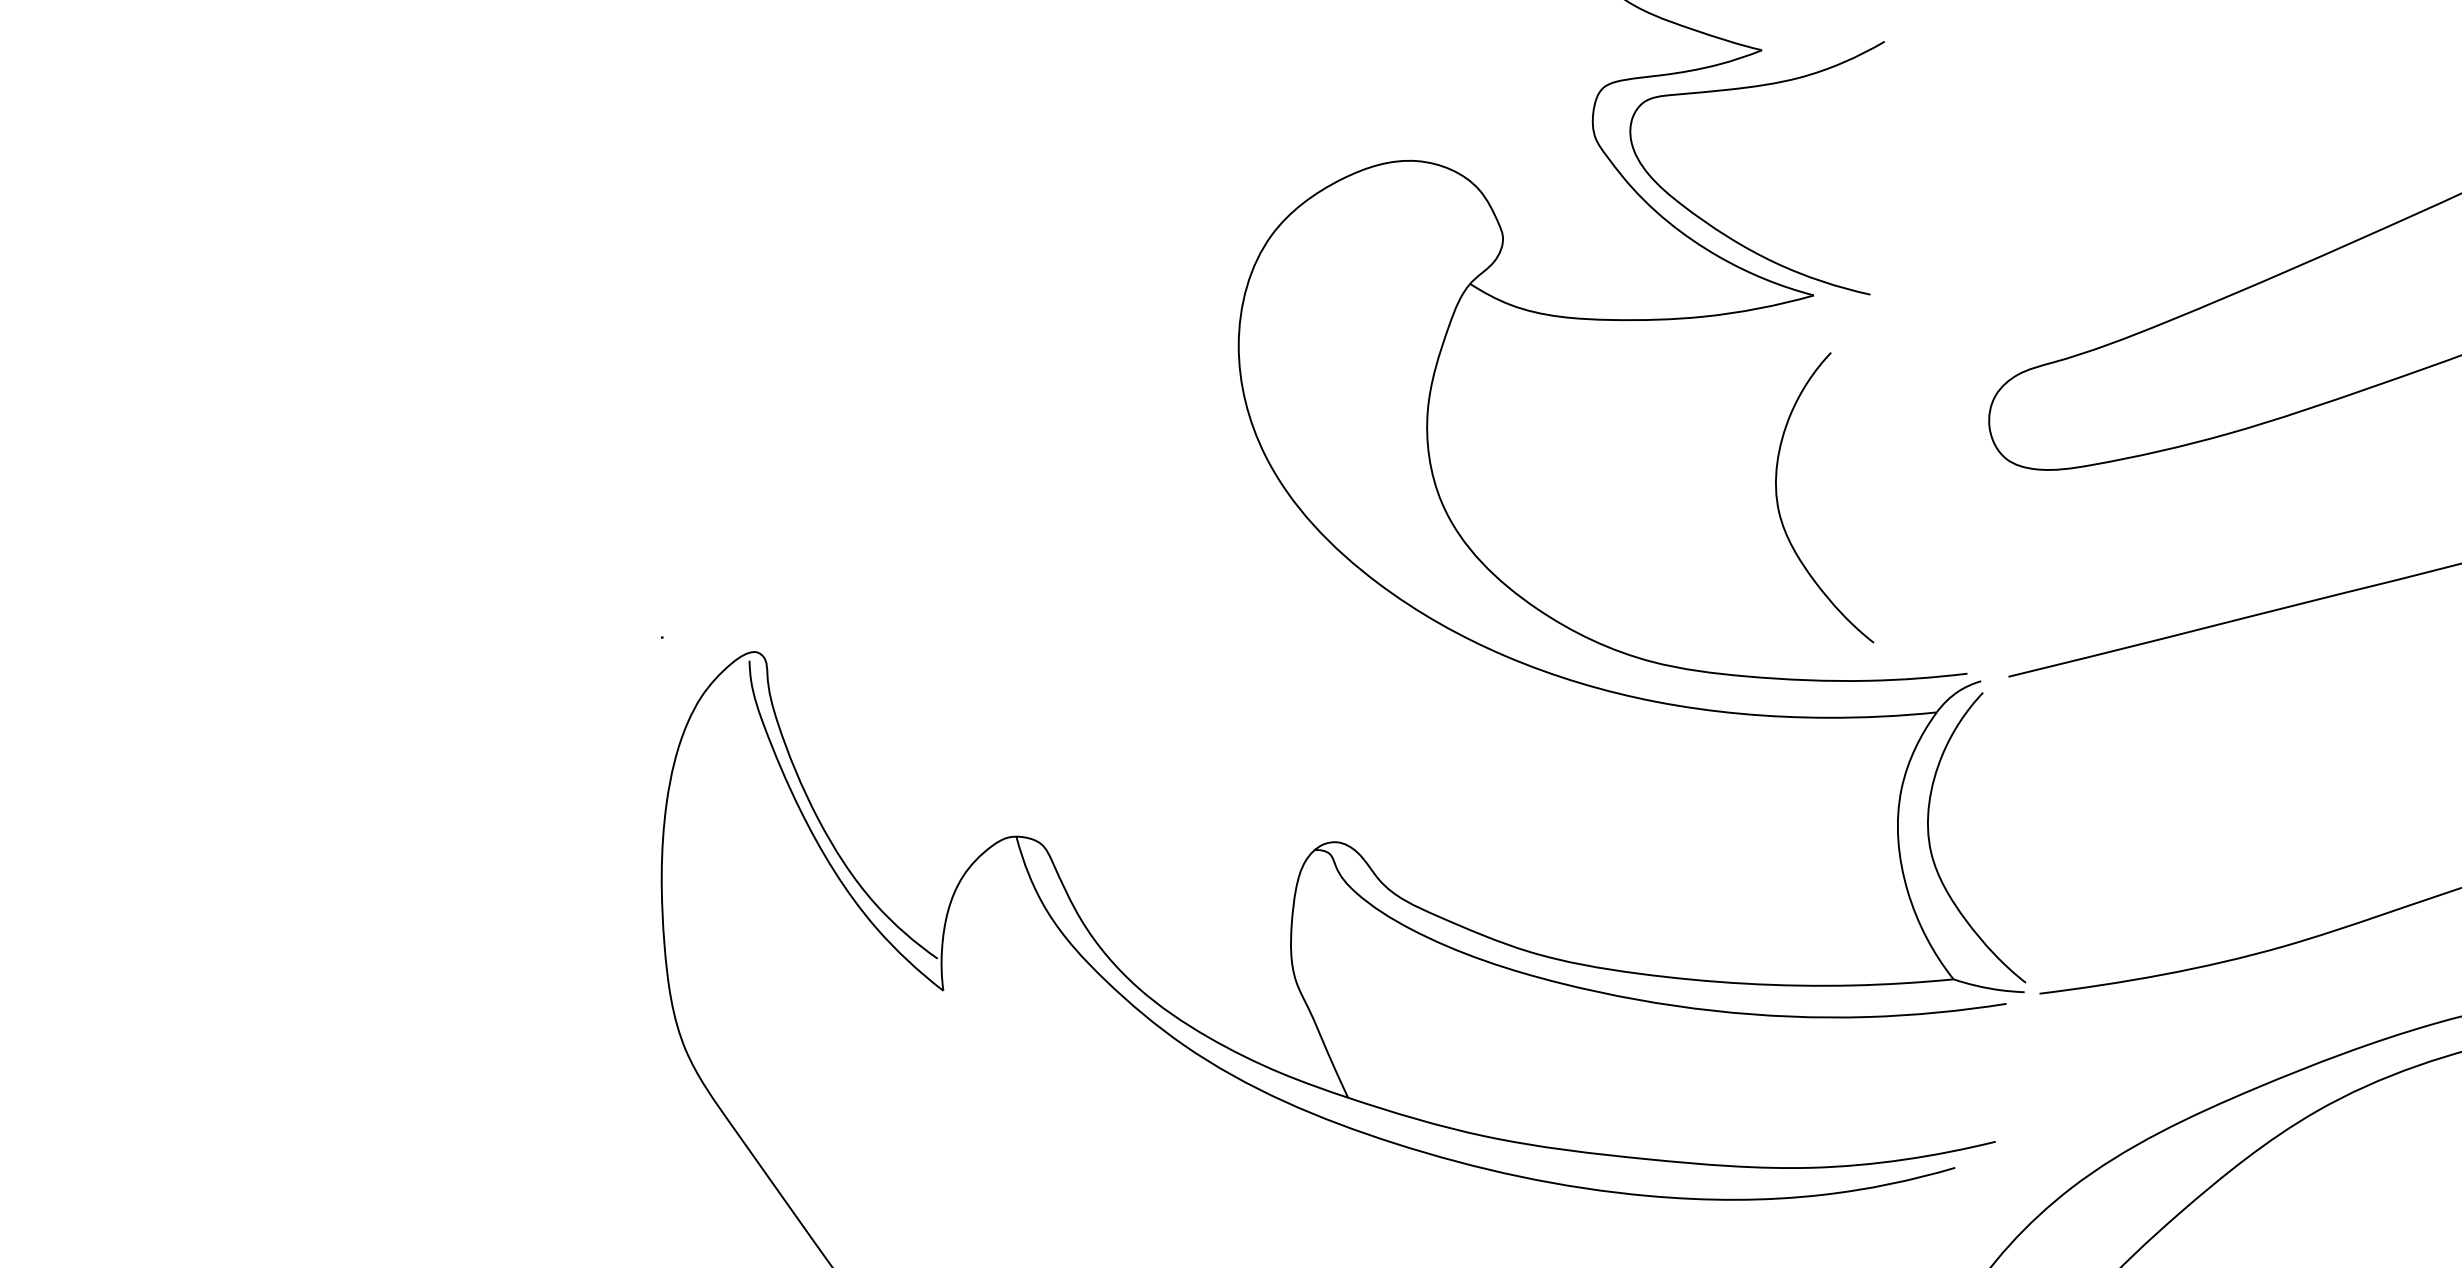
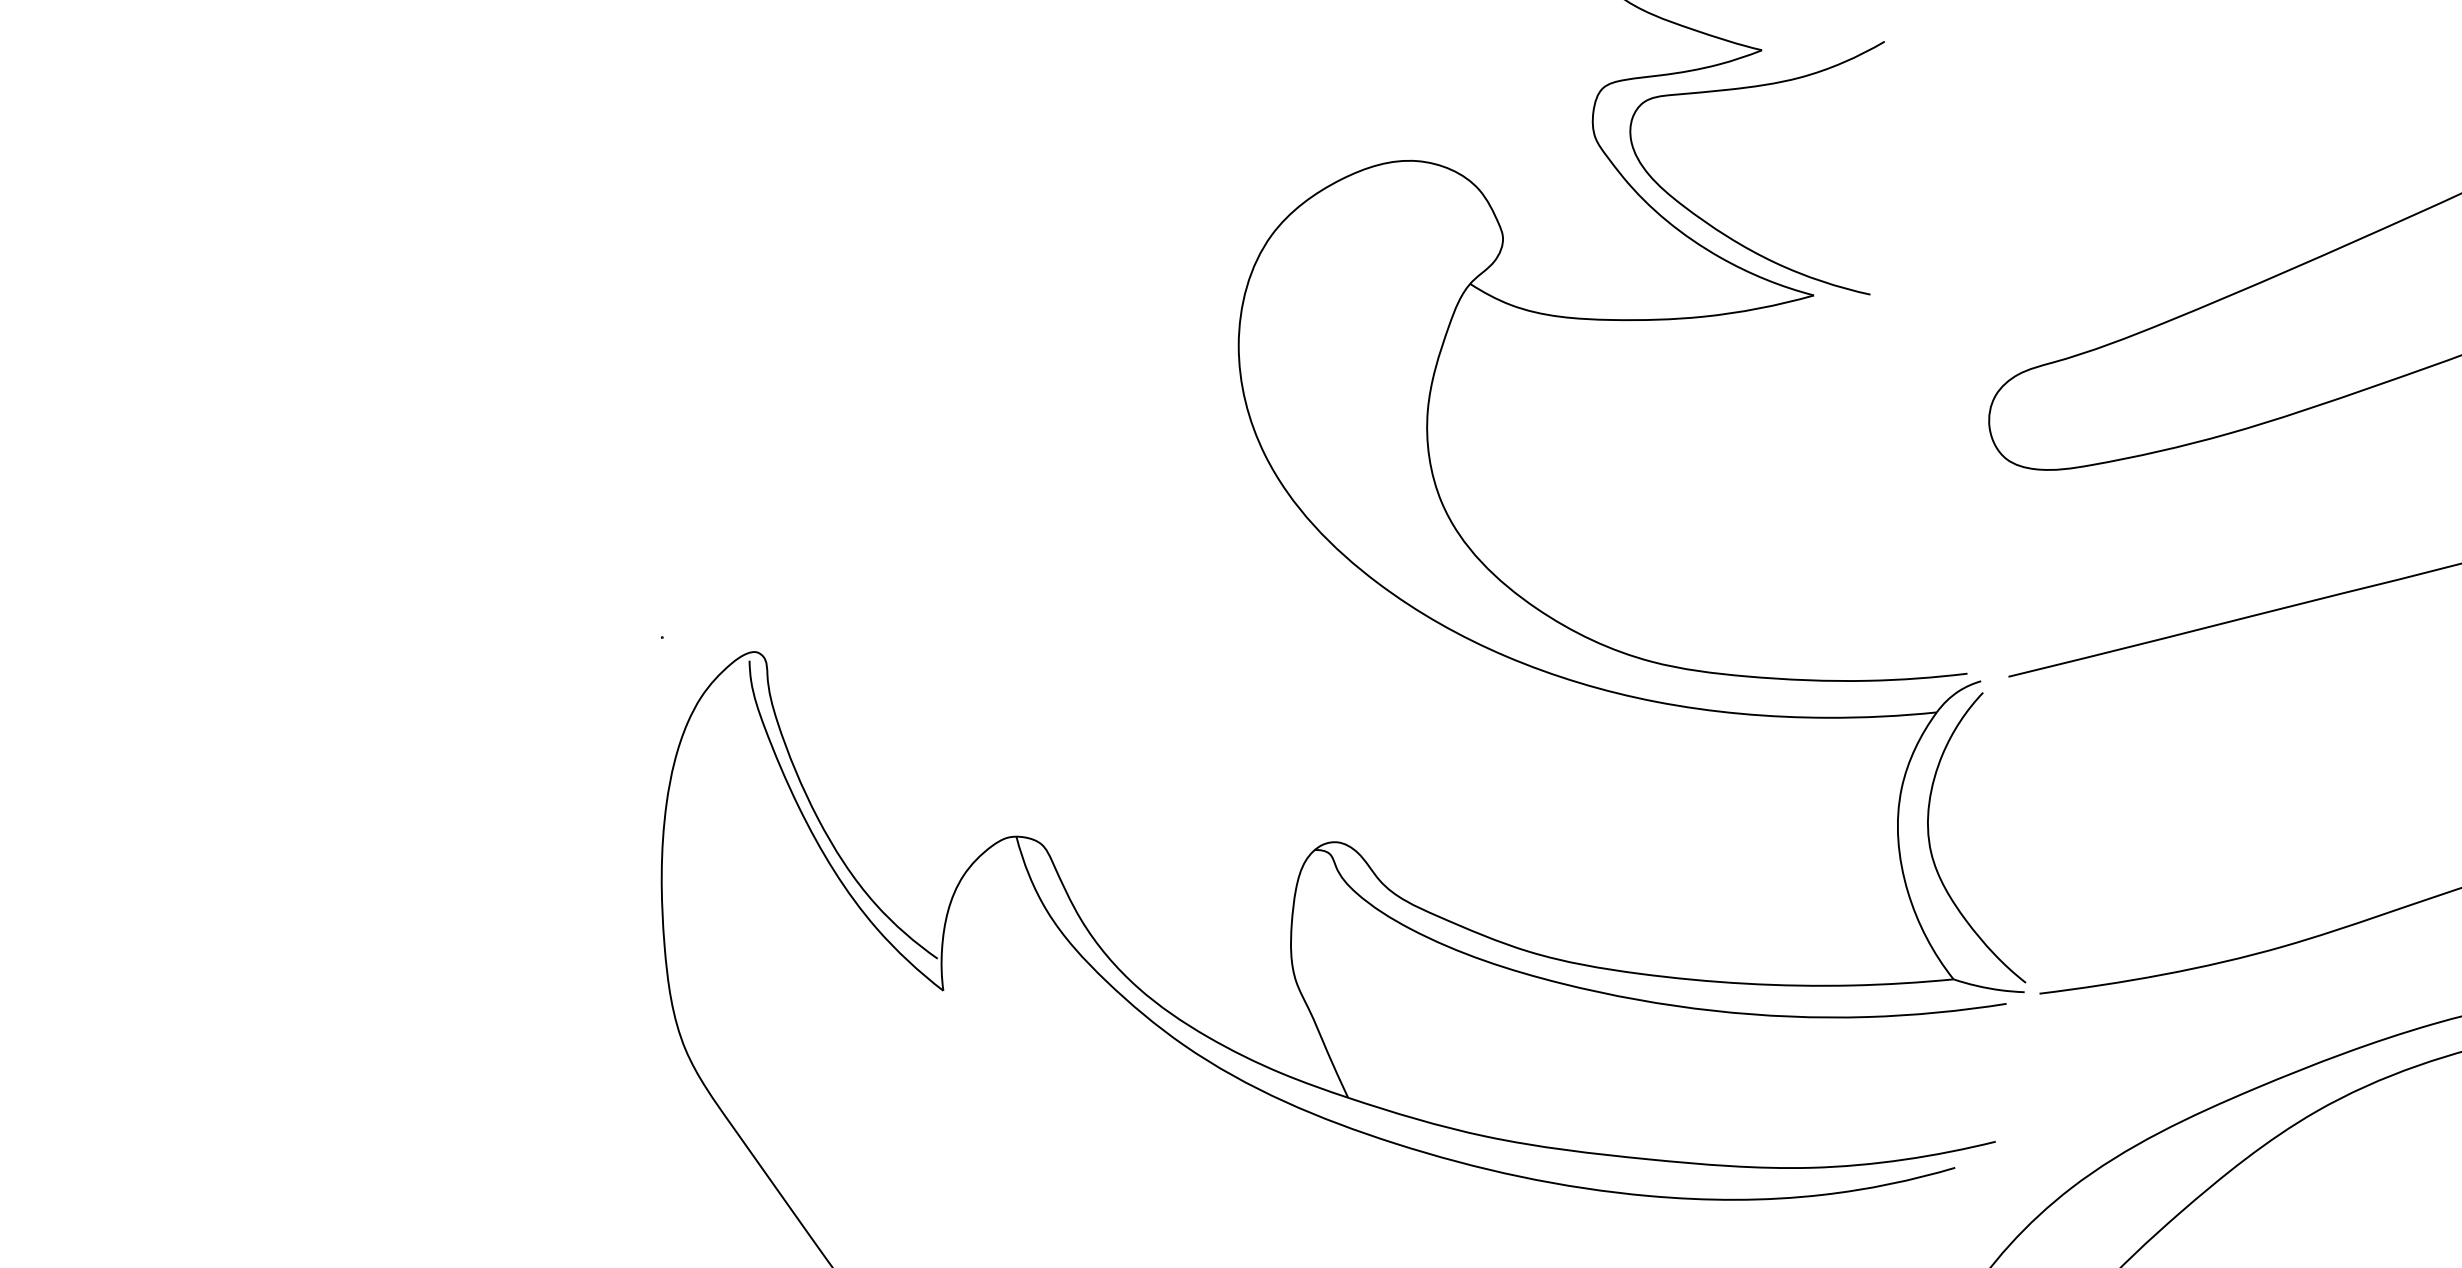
curve at (1778, 501): present -> none
